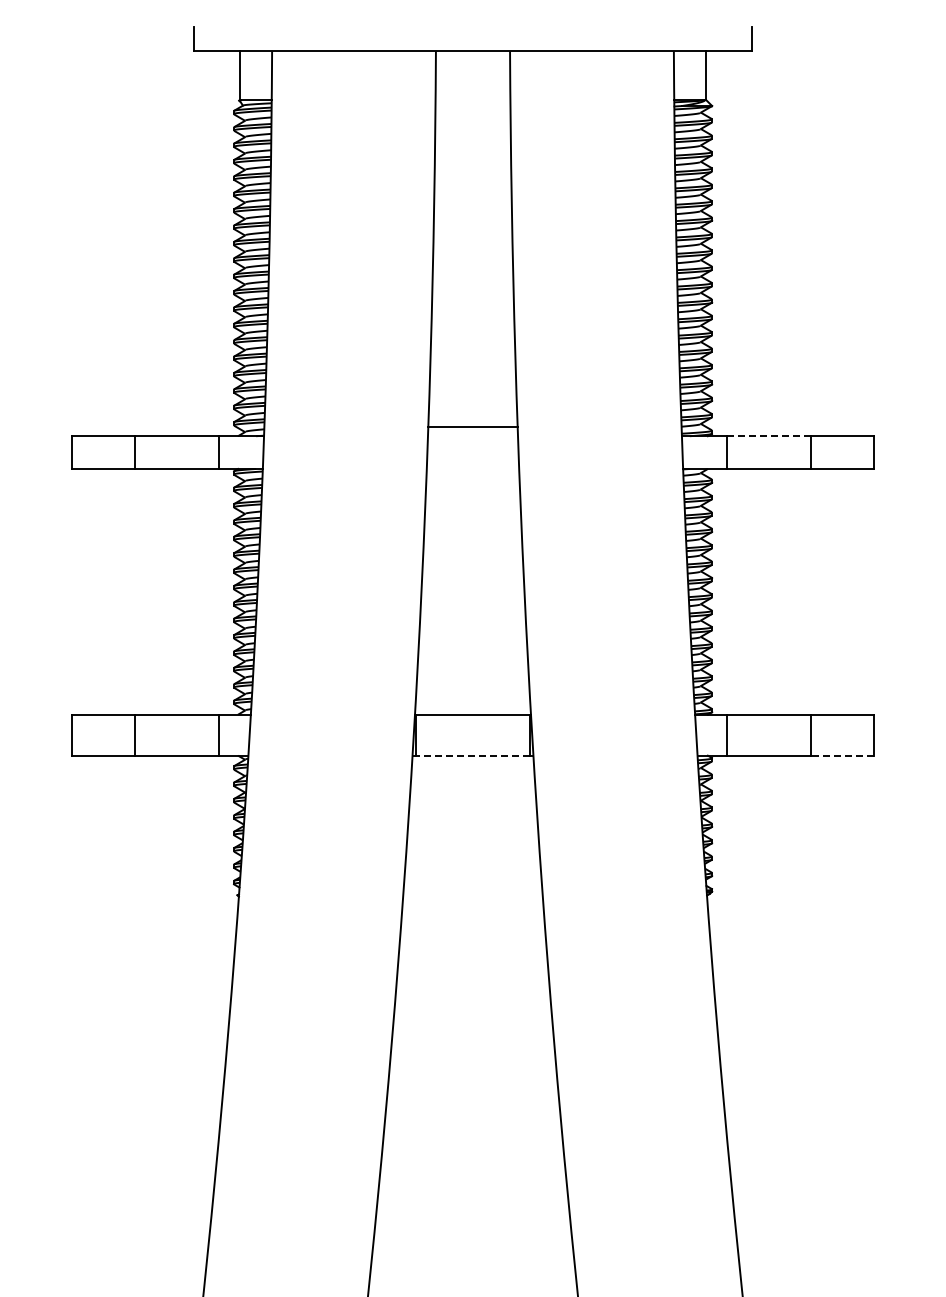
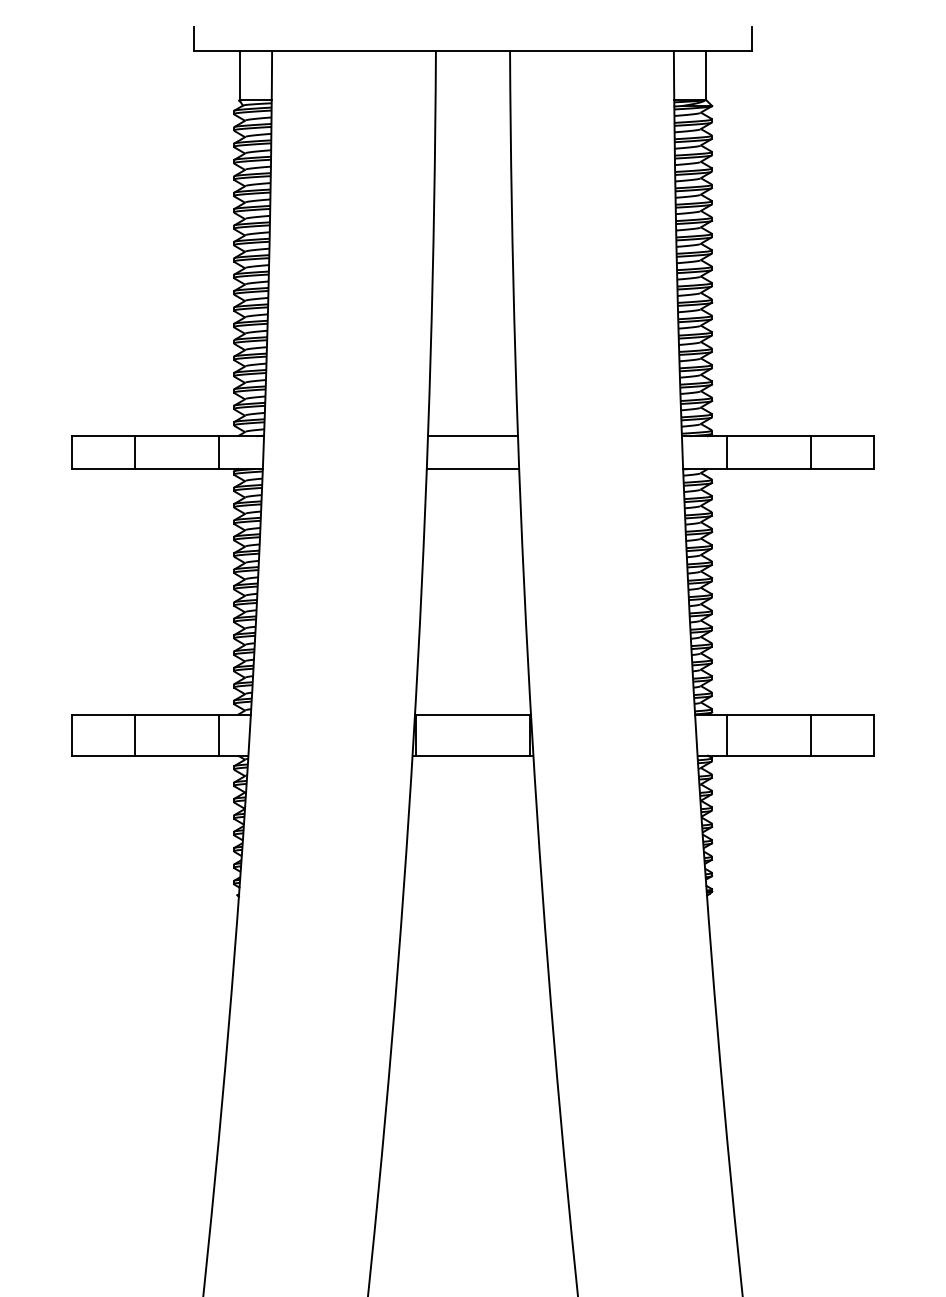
line at (472, 427) position: (472, 427) -> (472, 436)
line at (769, 436): dashed -> solid
line at (472, 468): none -> present
line at (472, 755): dashed -> solid
line at (842, 755): dashed -> solid
